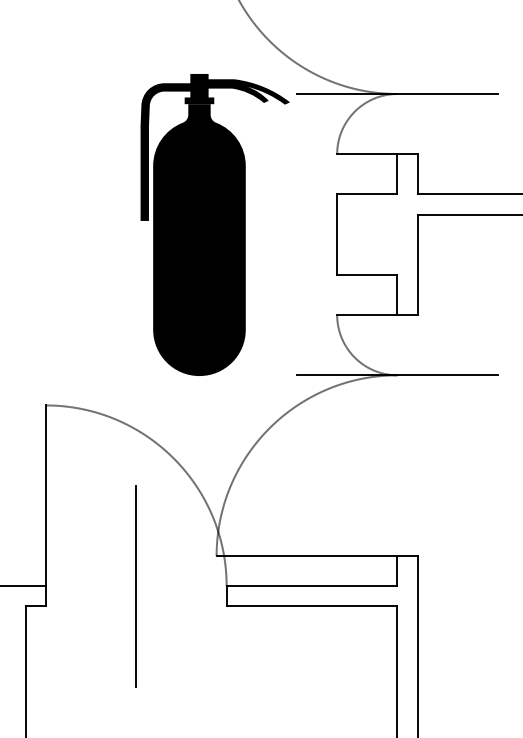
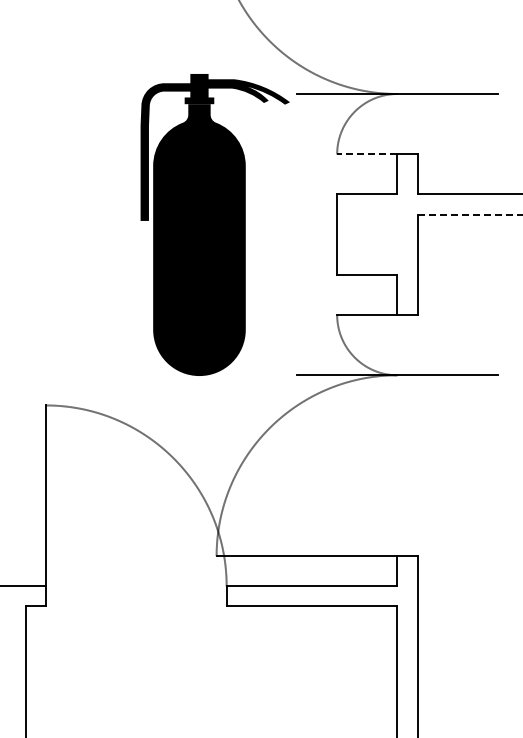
line at (366, 154): solid -> dashed
line at (470, 214): solid -> dashed
line at (136, 585): present -> none
